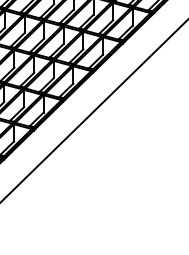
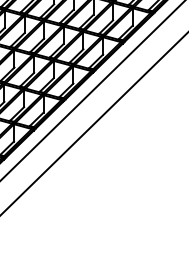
line at (92, 90): none -> present
line at (93, 111) position: (93, 111) -> (93, 123)
